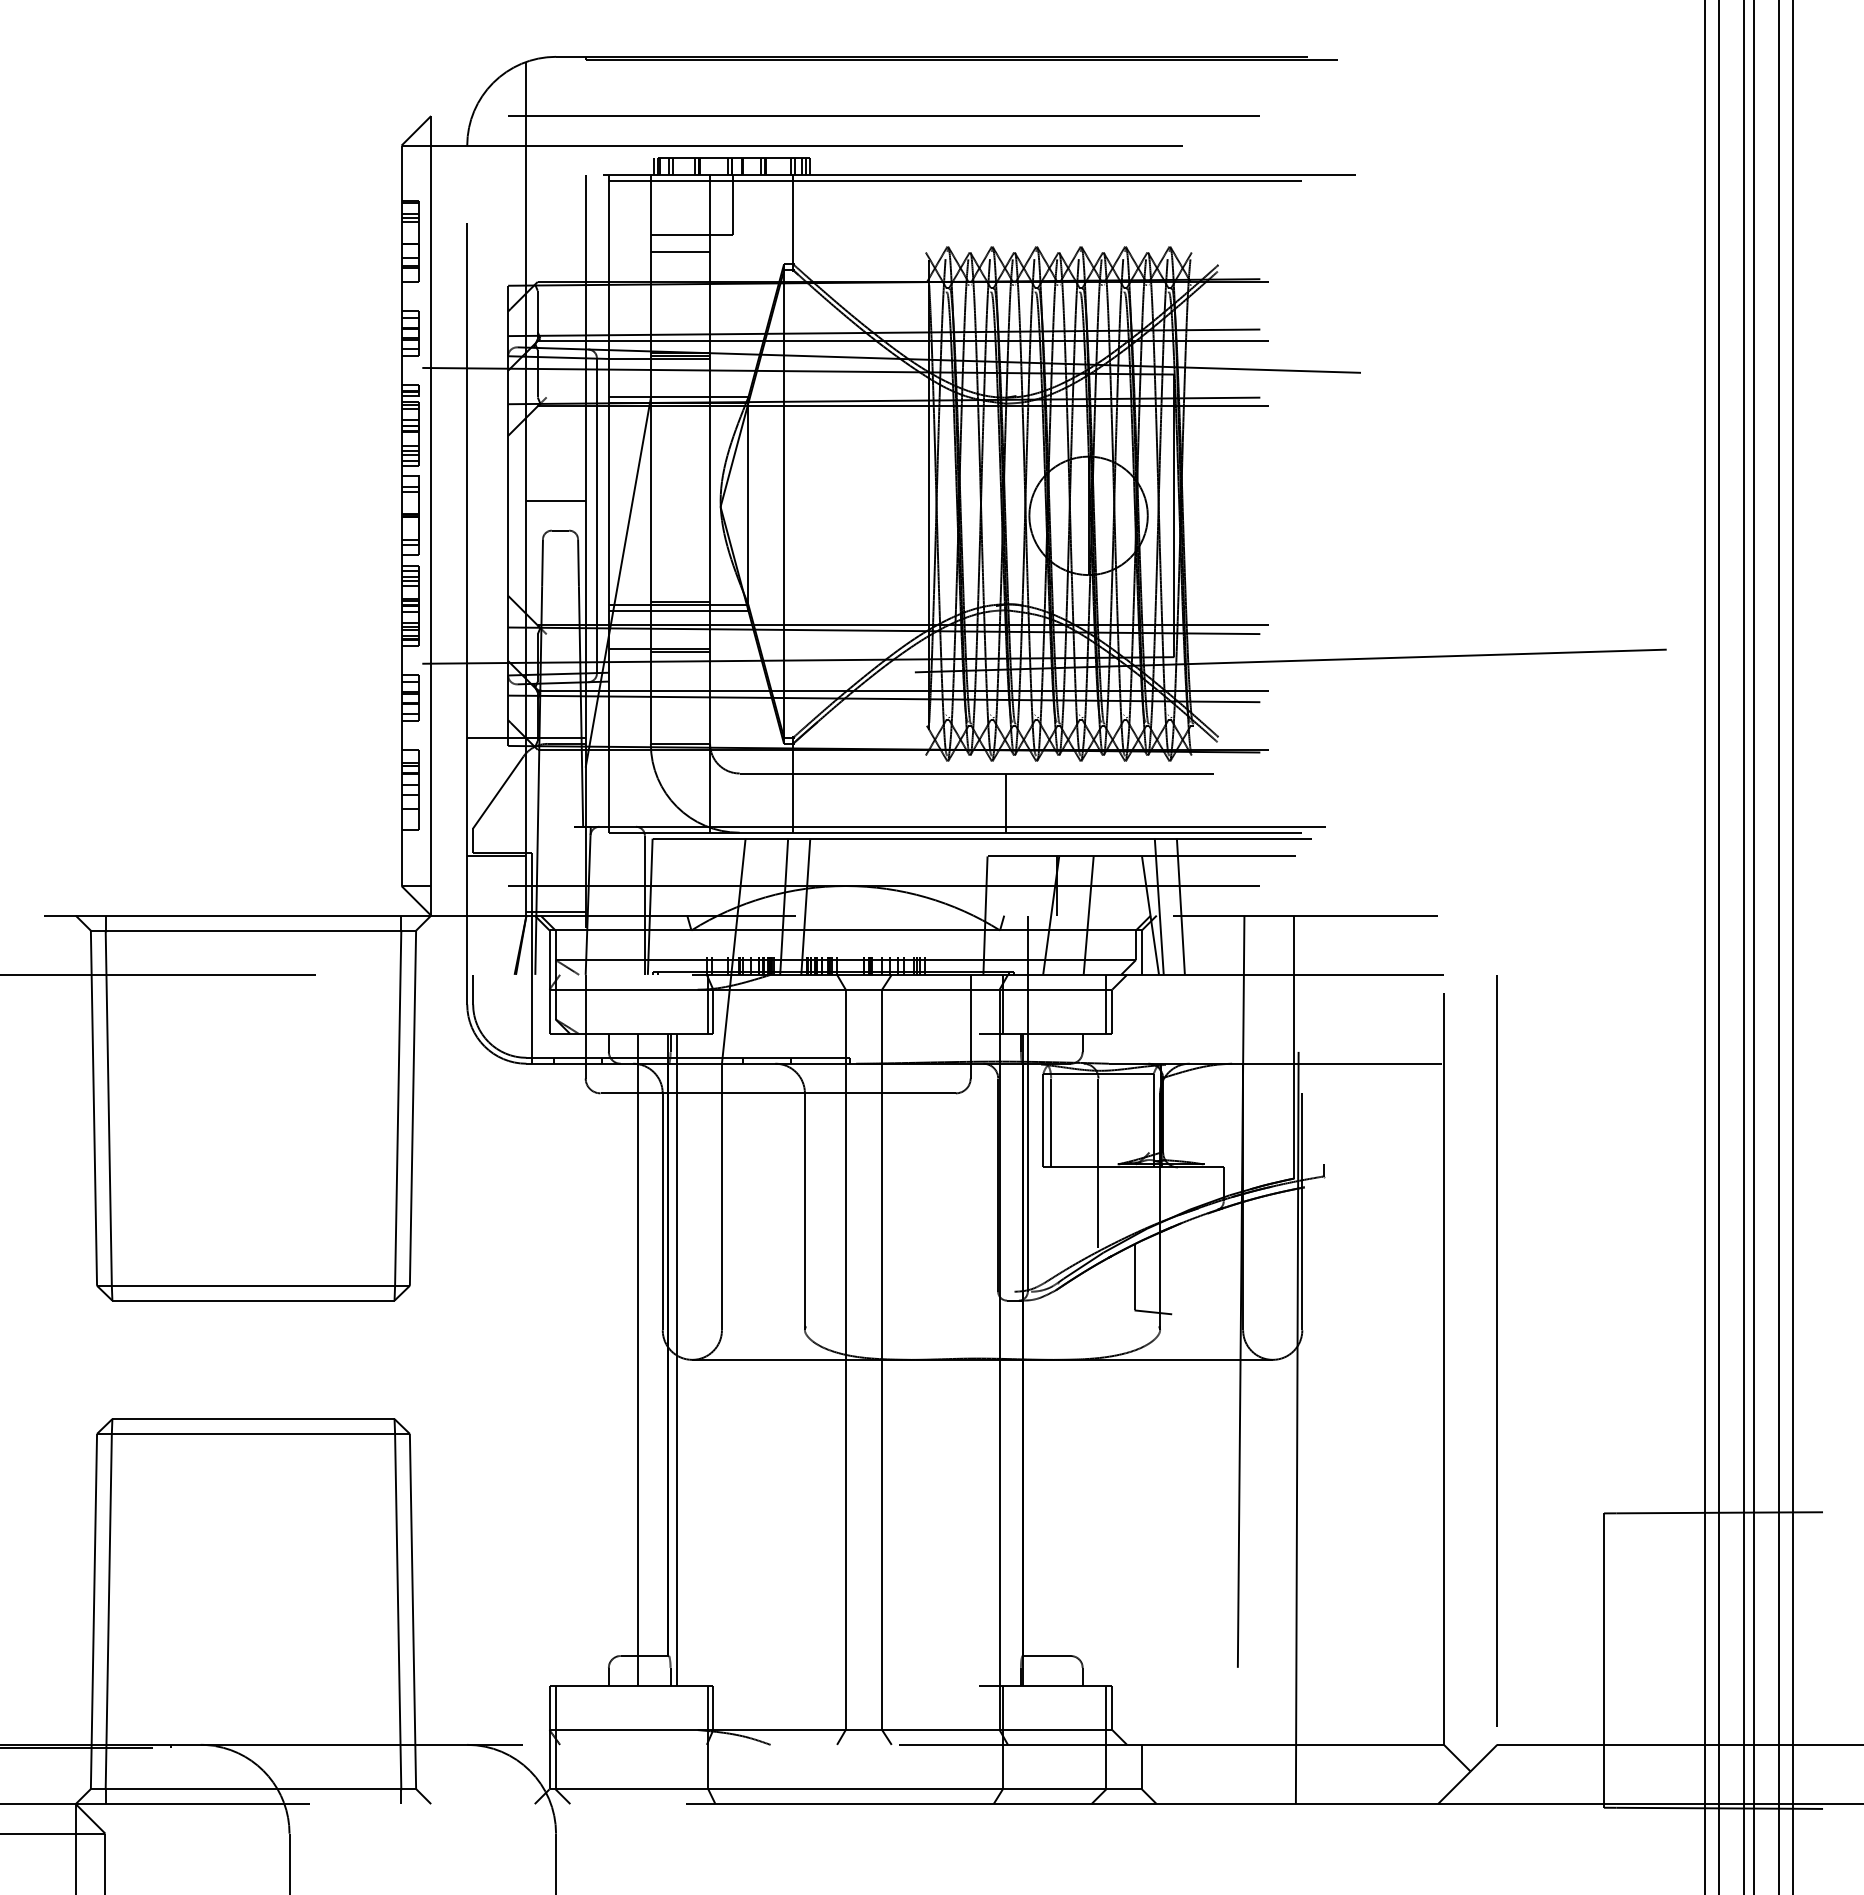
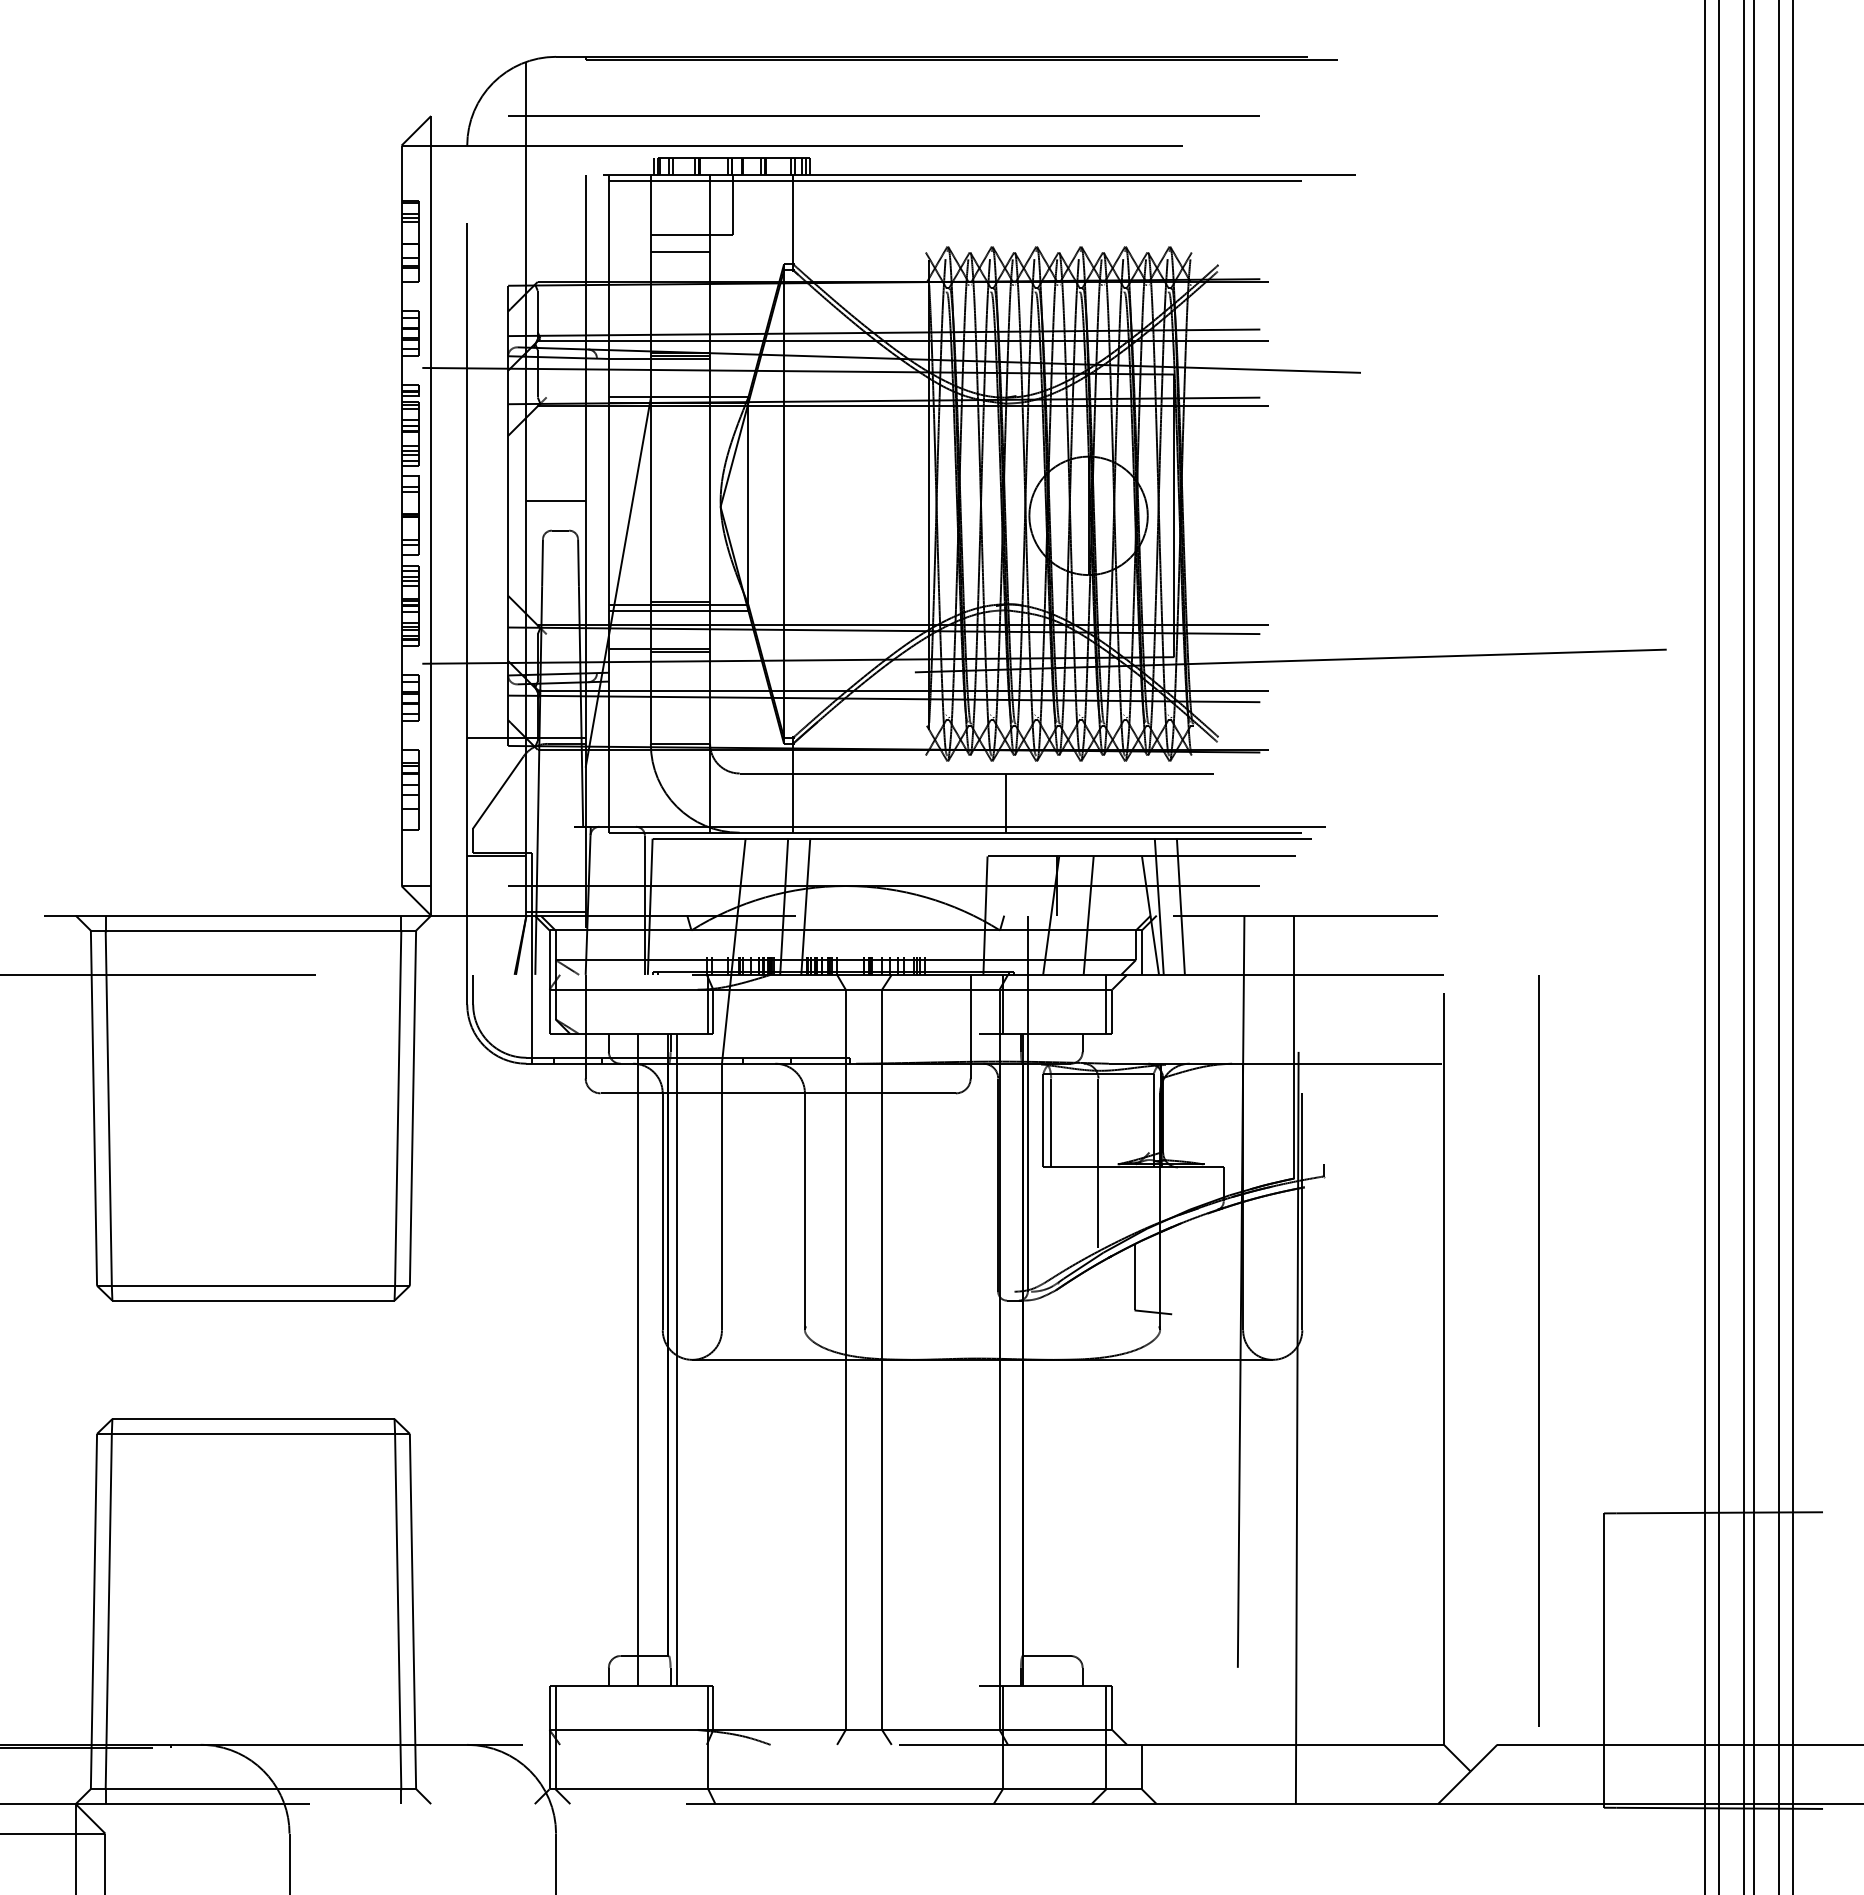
line at (597, 515): present -> none
line at (1496, 1350) position: (1496, 1350) -> (1538, 1350)
